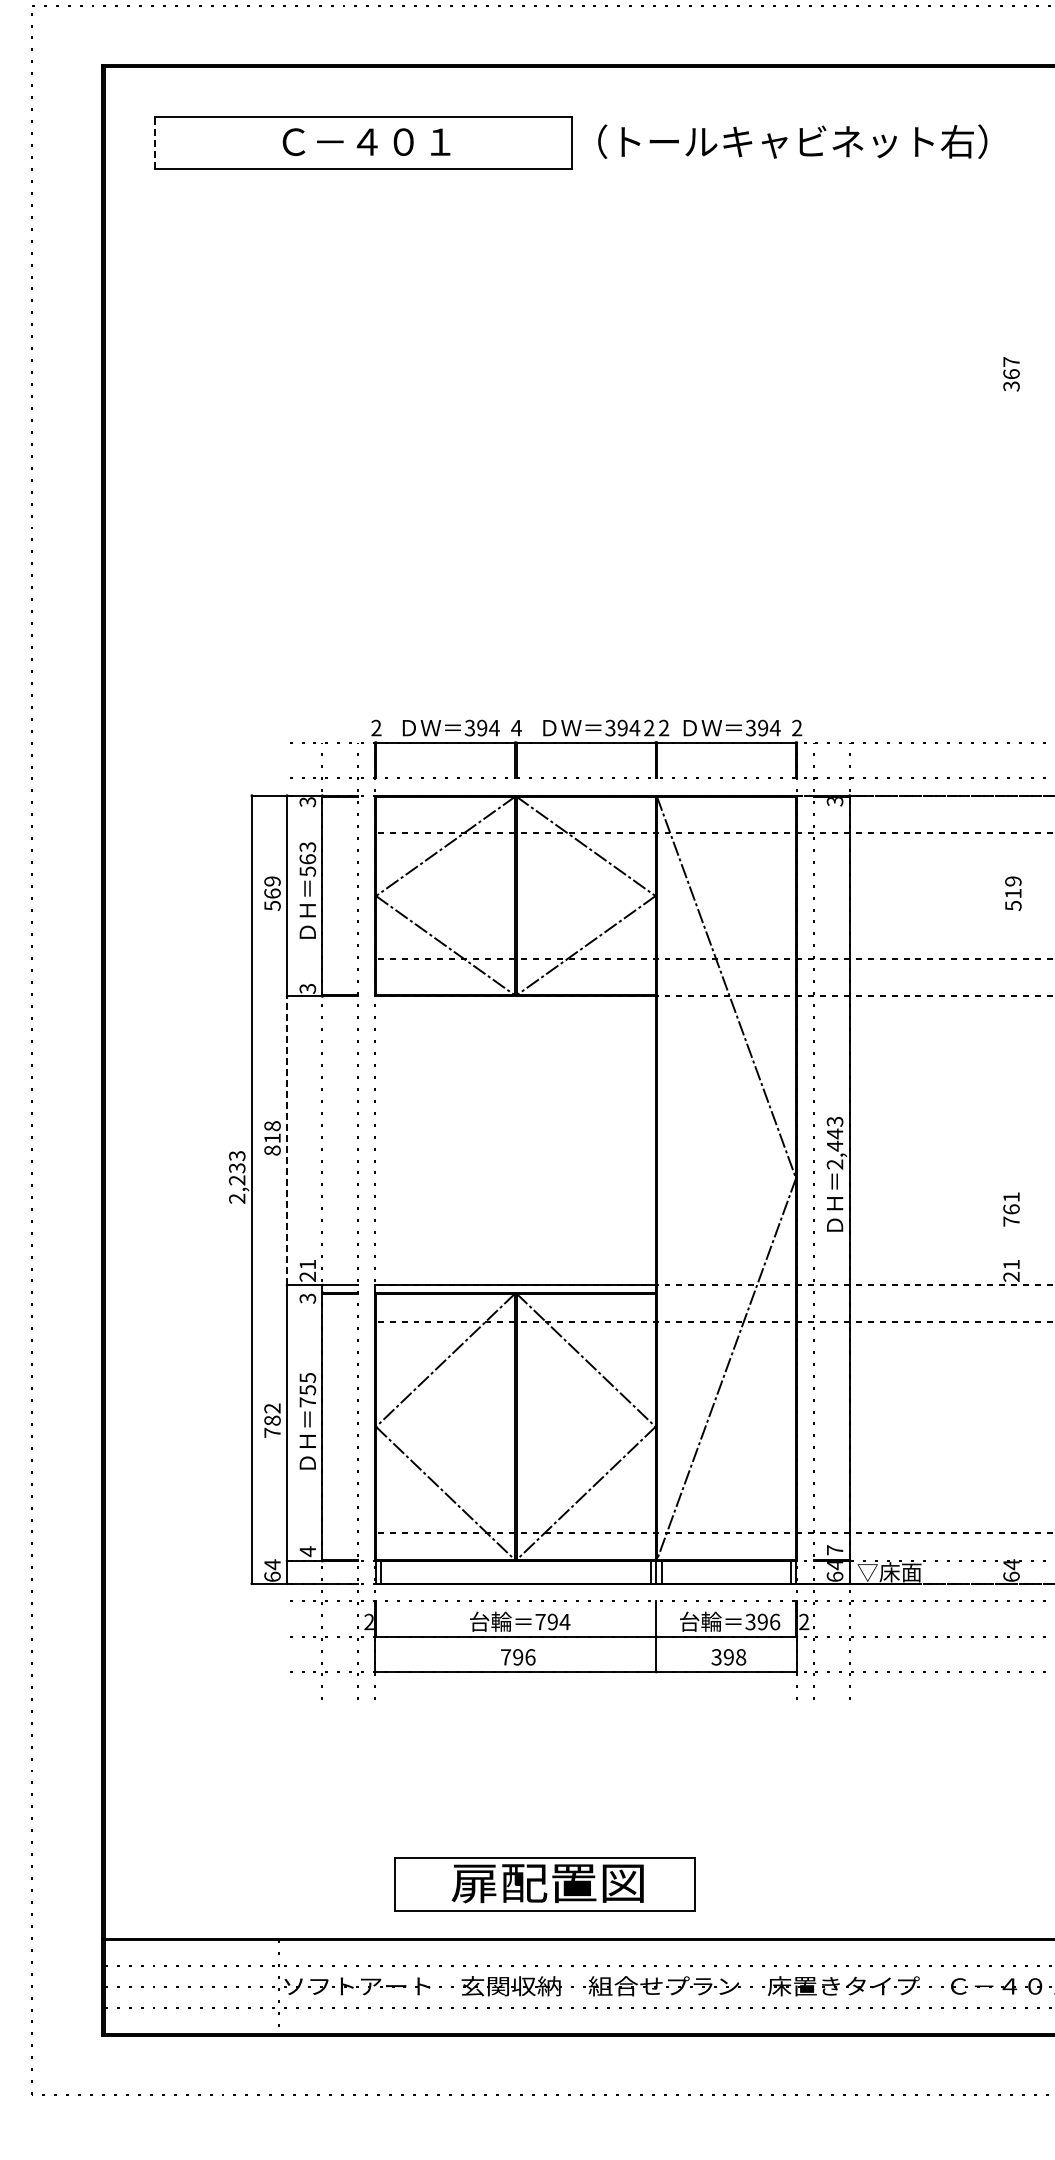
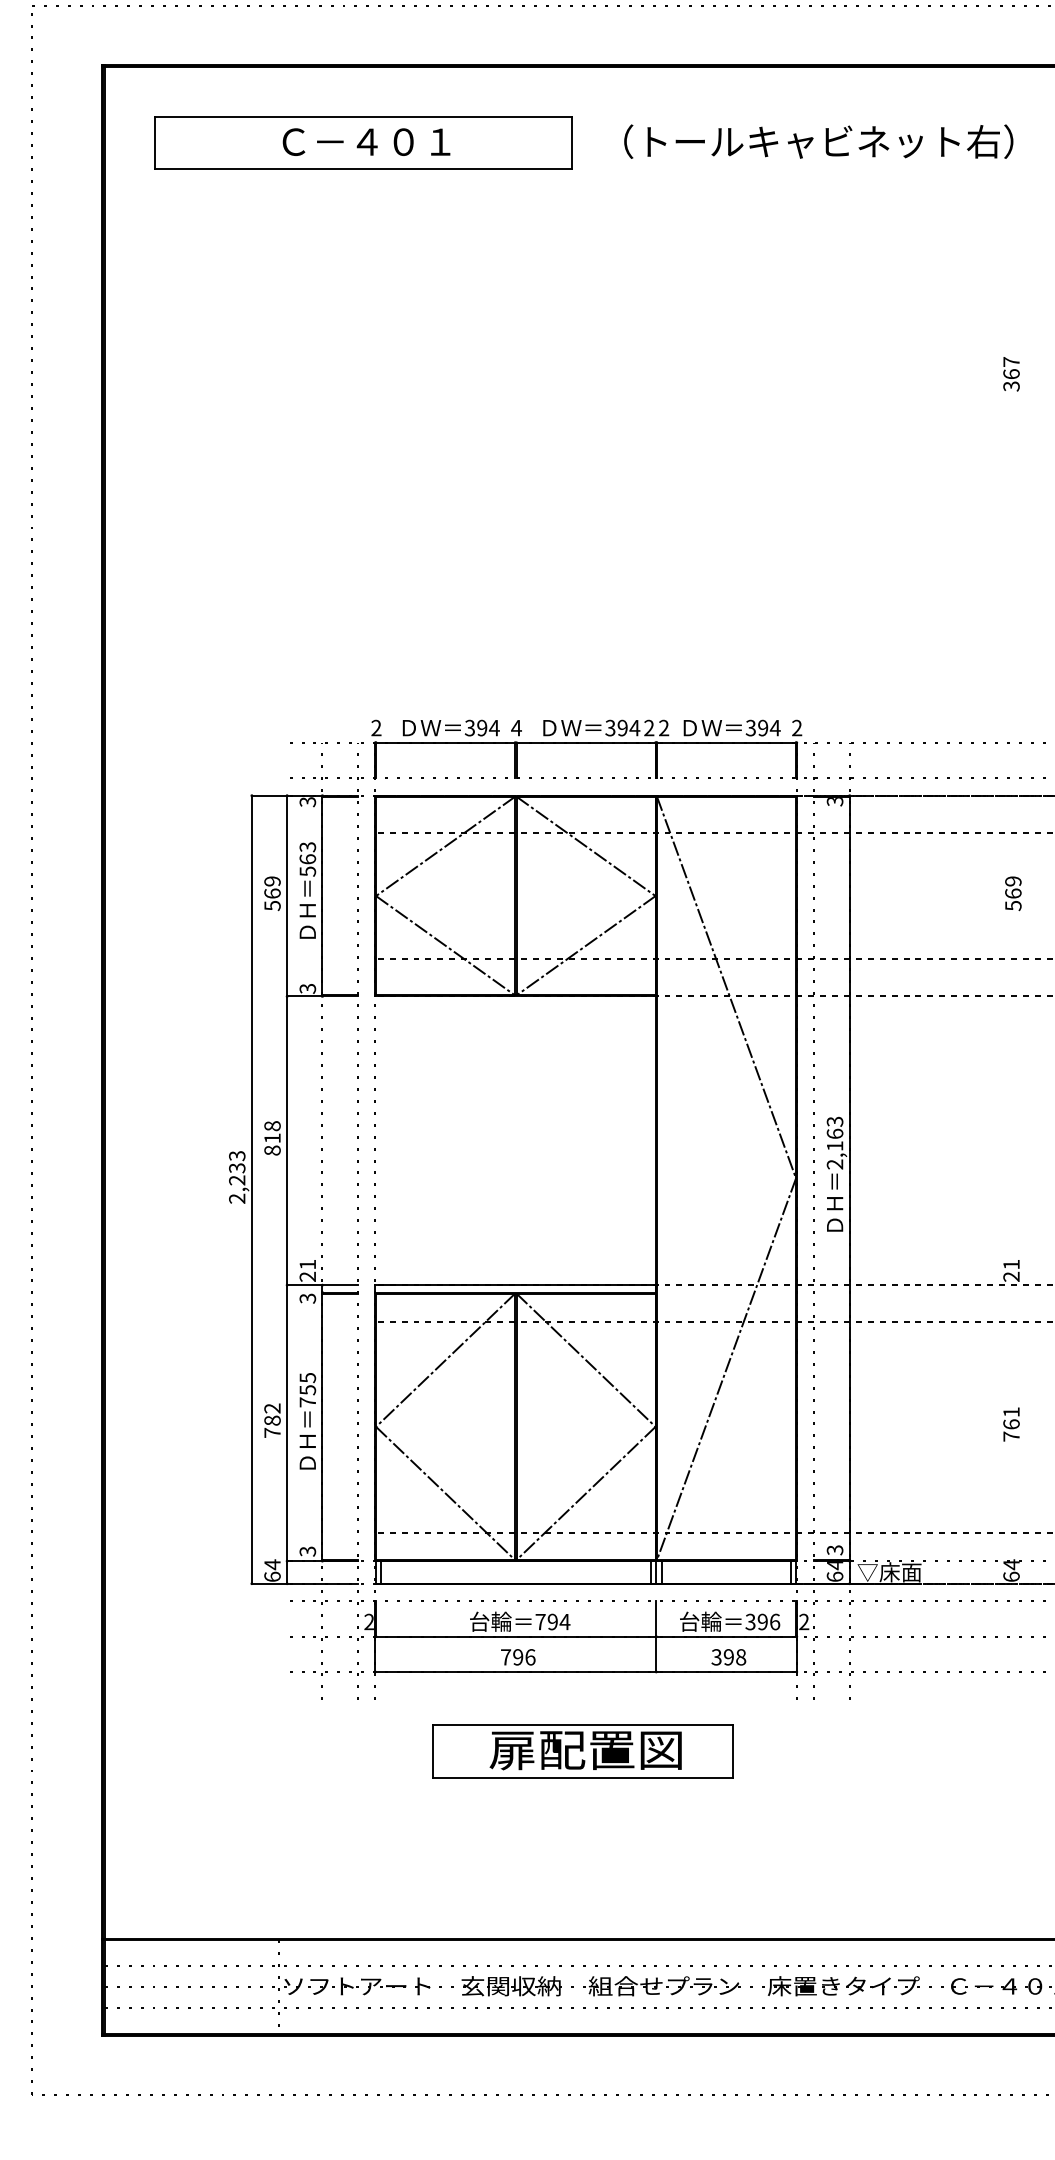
text at (792, 141) position: (792, 141) -> (818, 141)
line at (155, 142): dashed -> solid
text at (1013, 893): 519 -> 569
text at (834, 1139): 2,443 -> 2,163
line at (287, 1140): dashed -> solid
text at (1011, 1209) position: (1011, 1209) -> (1011, 1424)
text at (834, 1550): 7 -> 3
text at (307, 1551): 4 -> 3
part at (544, 1884) position: (544, 1884) -> (582, 1751)
